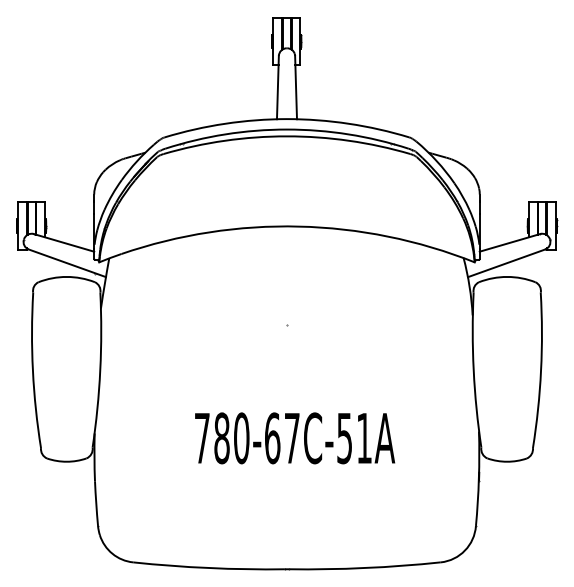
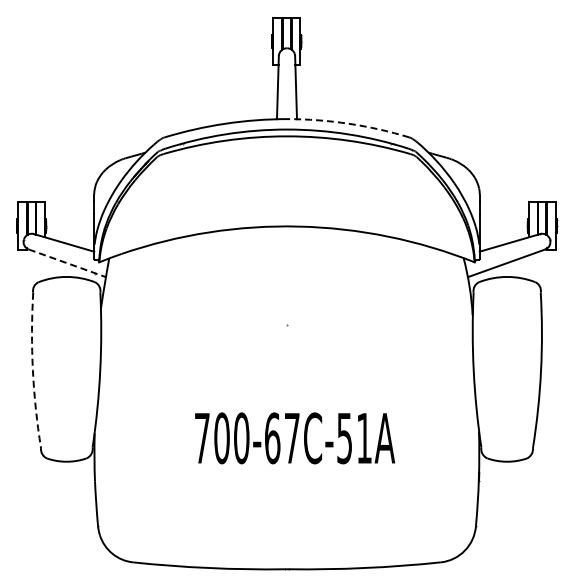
arc at (348, 123): solid -> dashed
line at (67, 263): solid -> dashed
arc at (32, 370): solid -> dashed
text at (221, 438): 780-67C-51A -> 700-67C-51A
